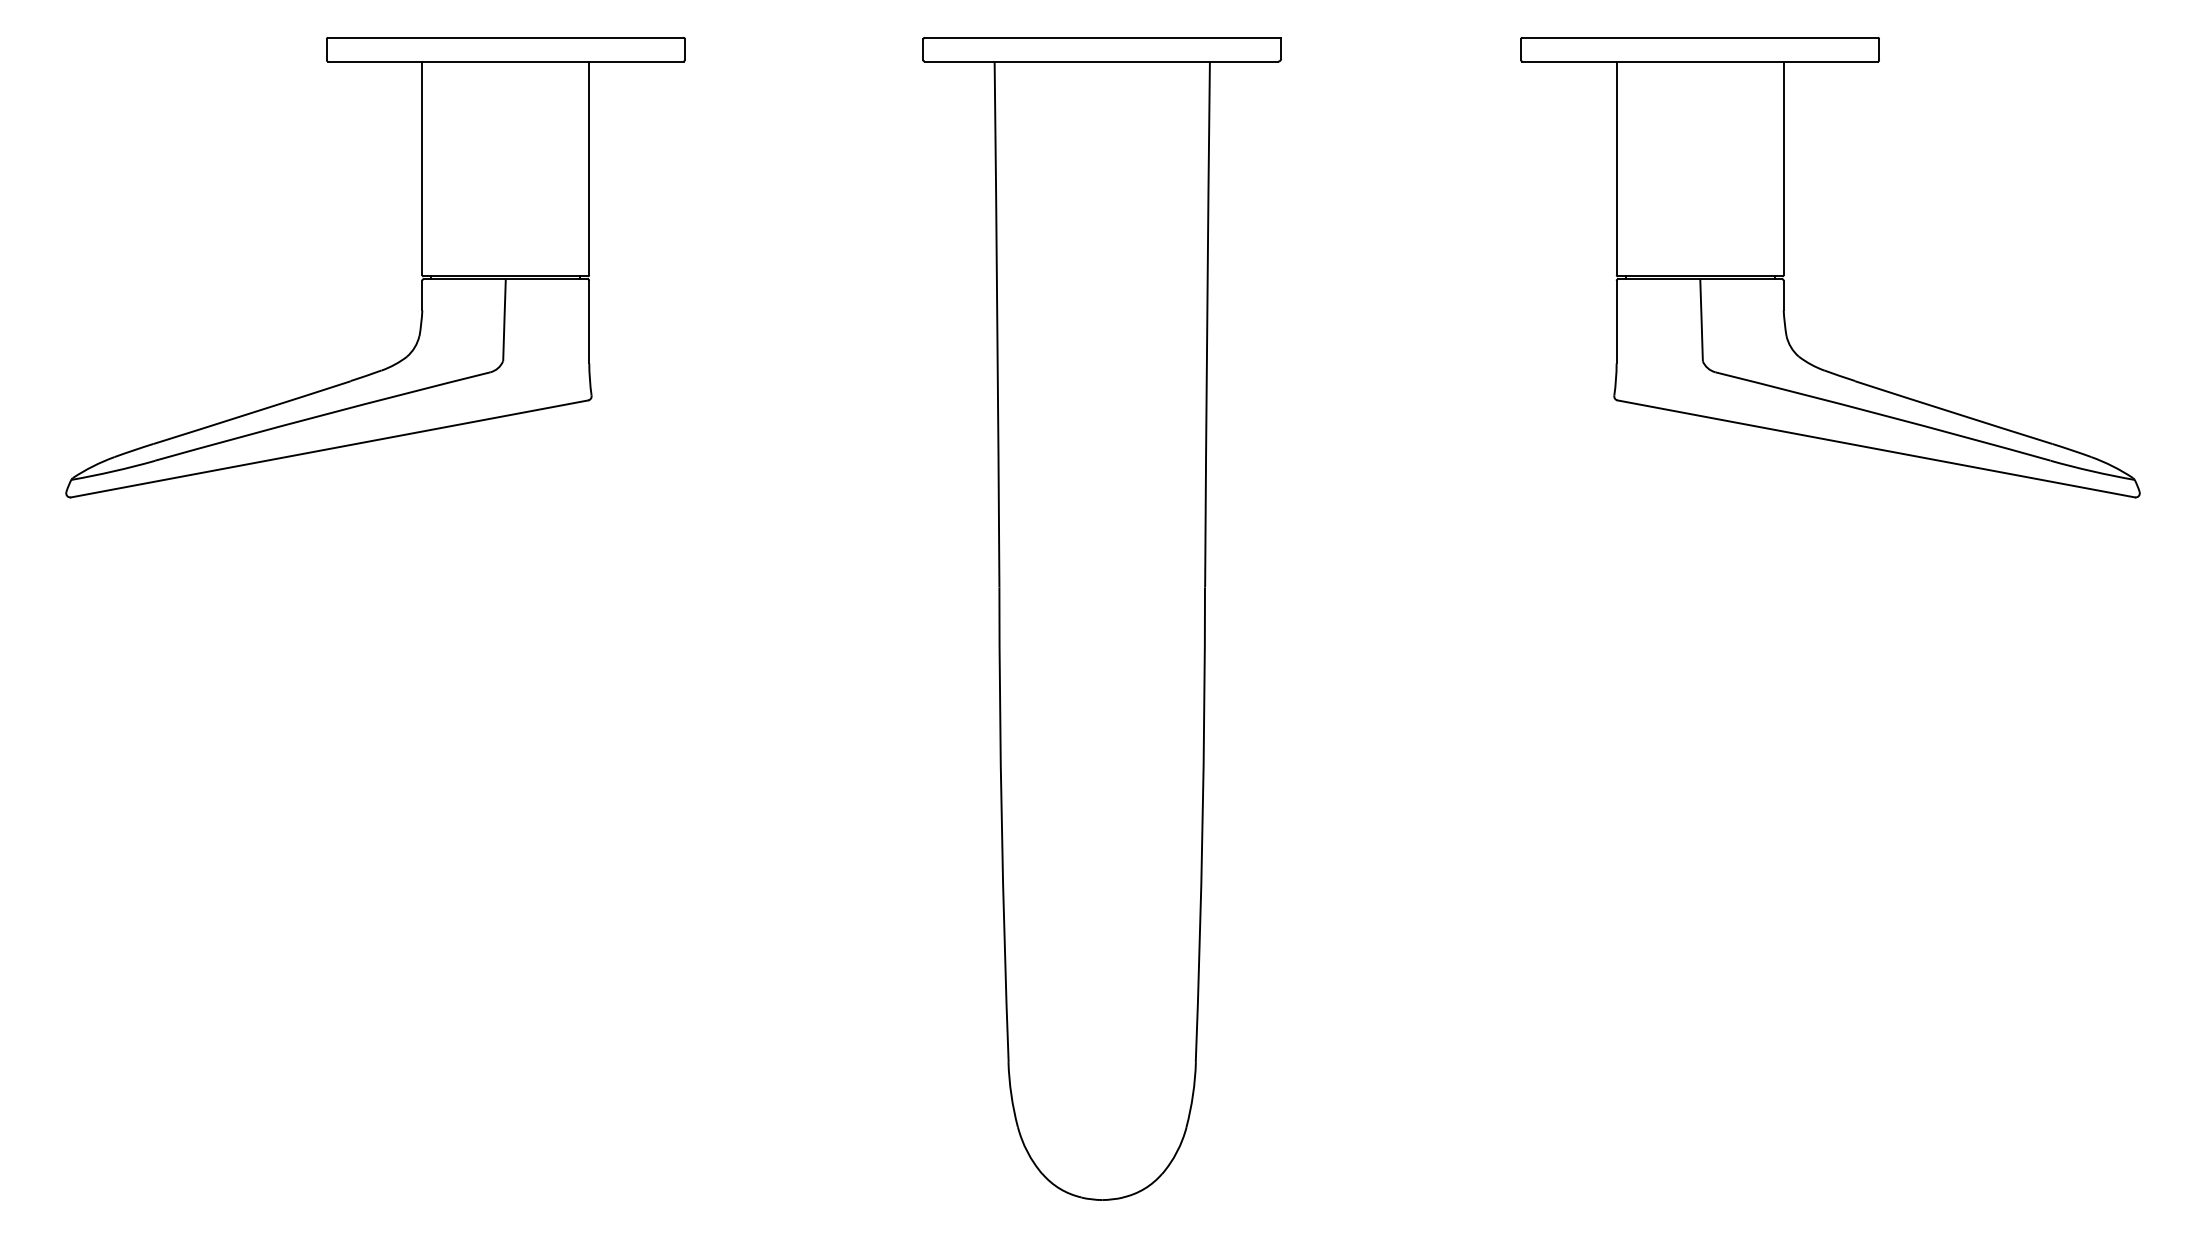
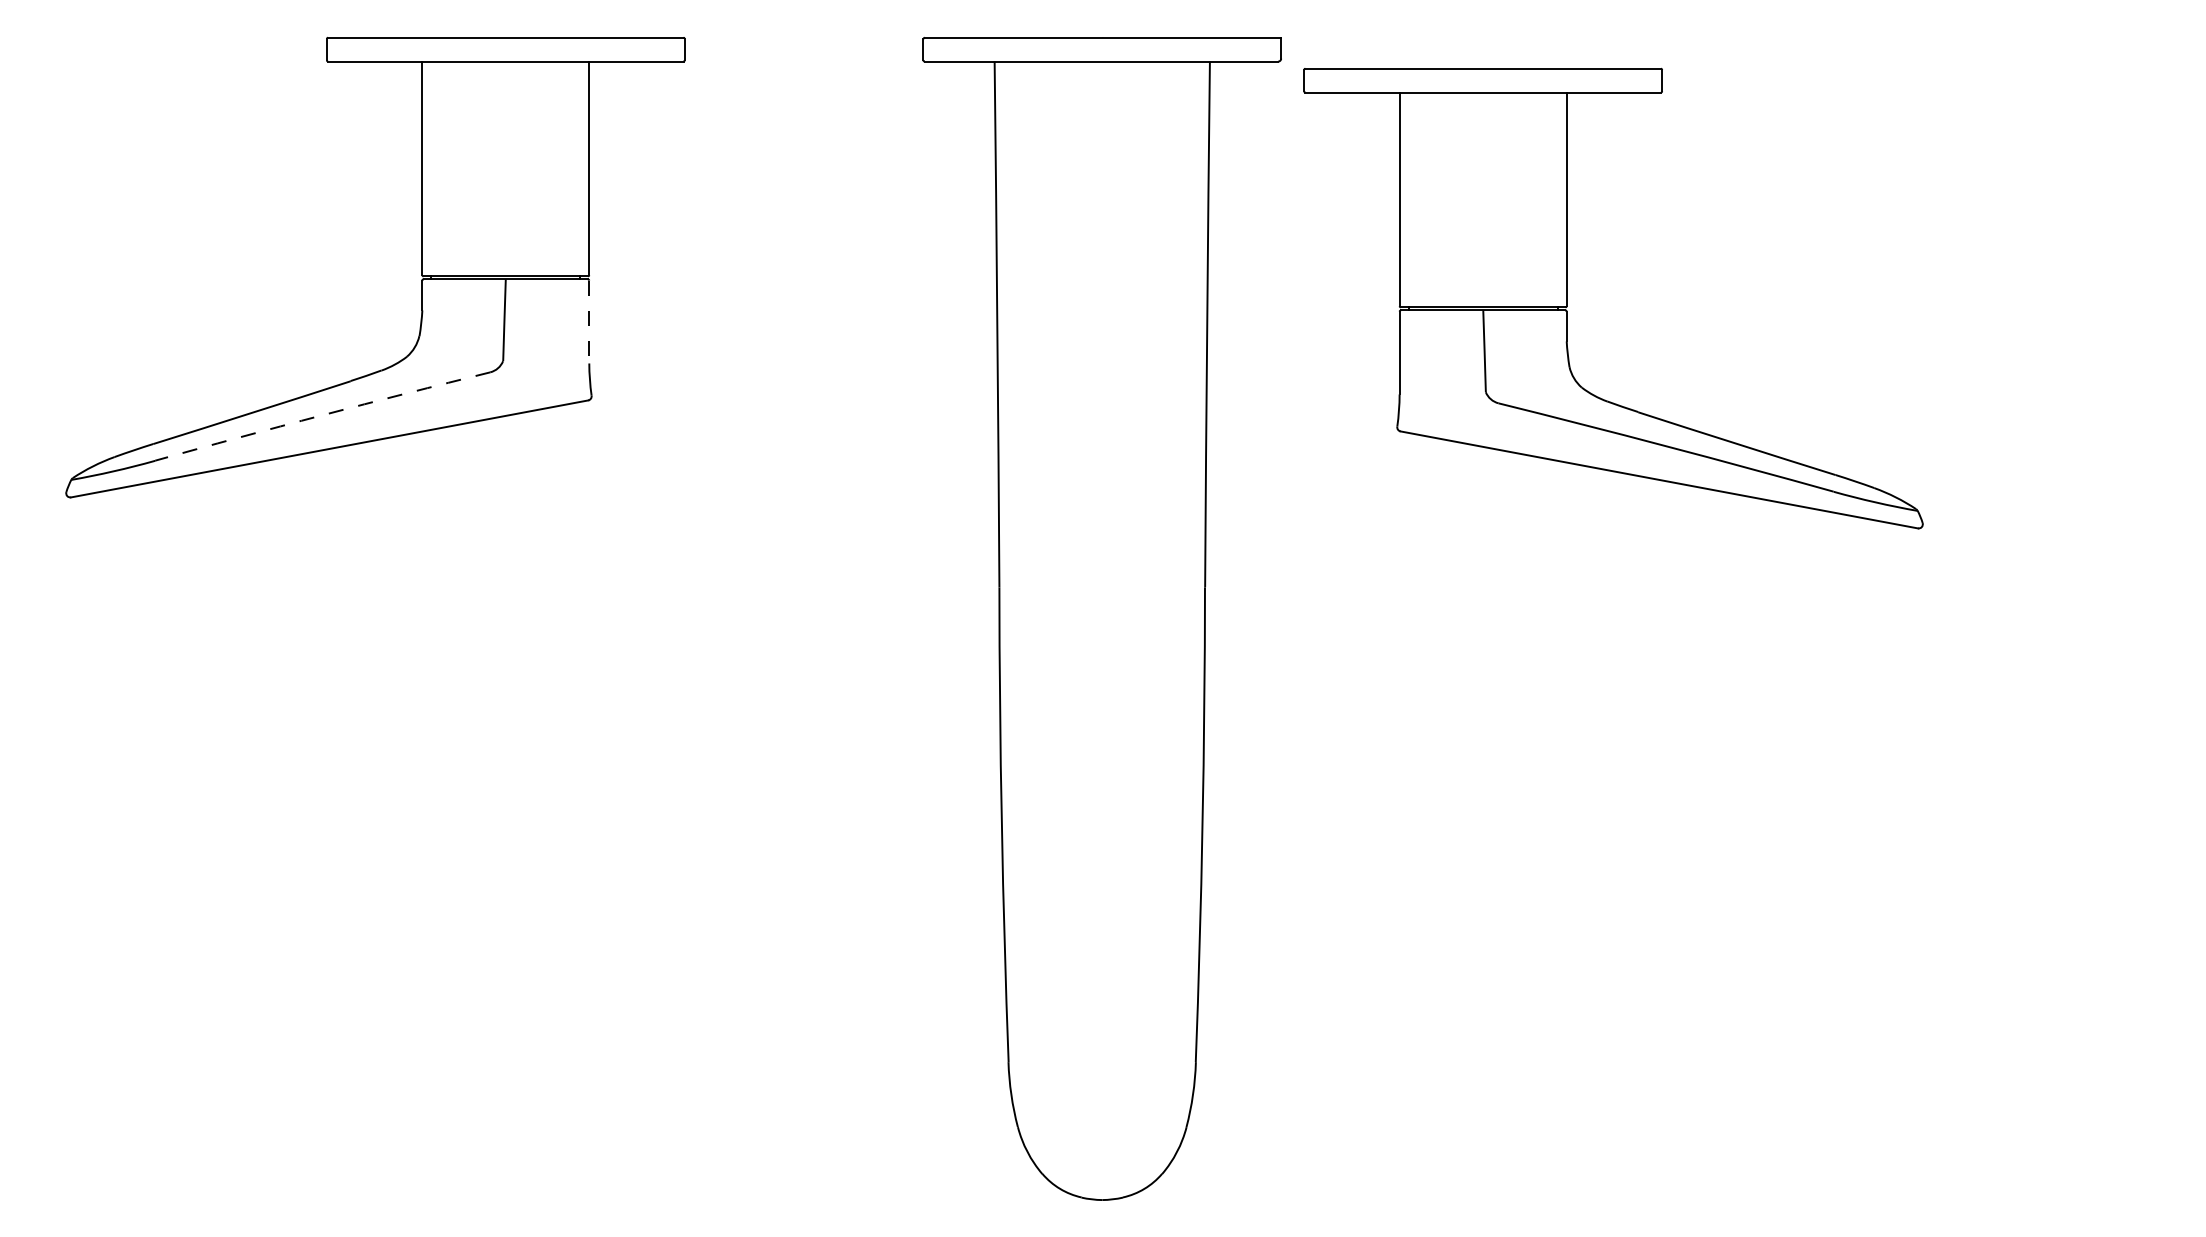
part at (1784, 267) position: (1784, 267) -> (1567, 298)
line at (589, 322): solid -> dashed
arc at (322, 415): solid -> dashed
